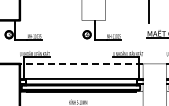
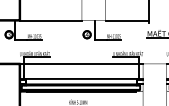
line at (50, 20): none -> present
line at (126, 20): none -> present
line at (81, 63): dashed -> solid
